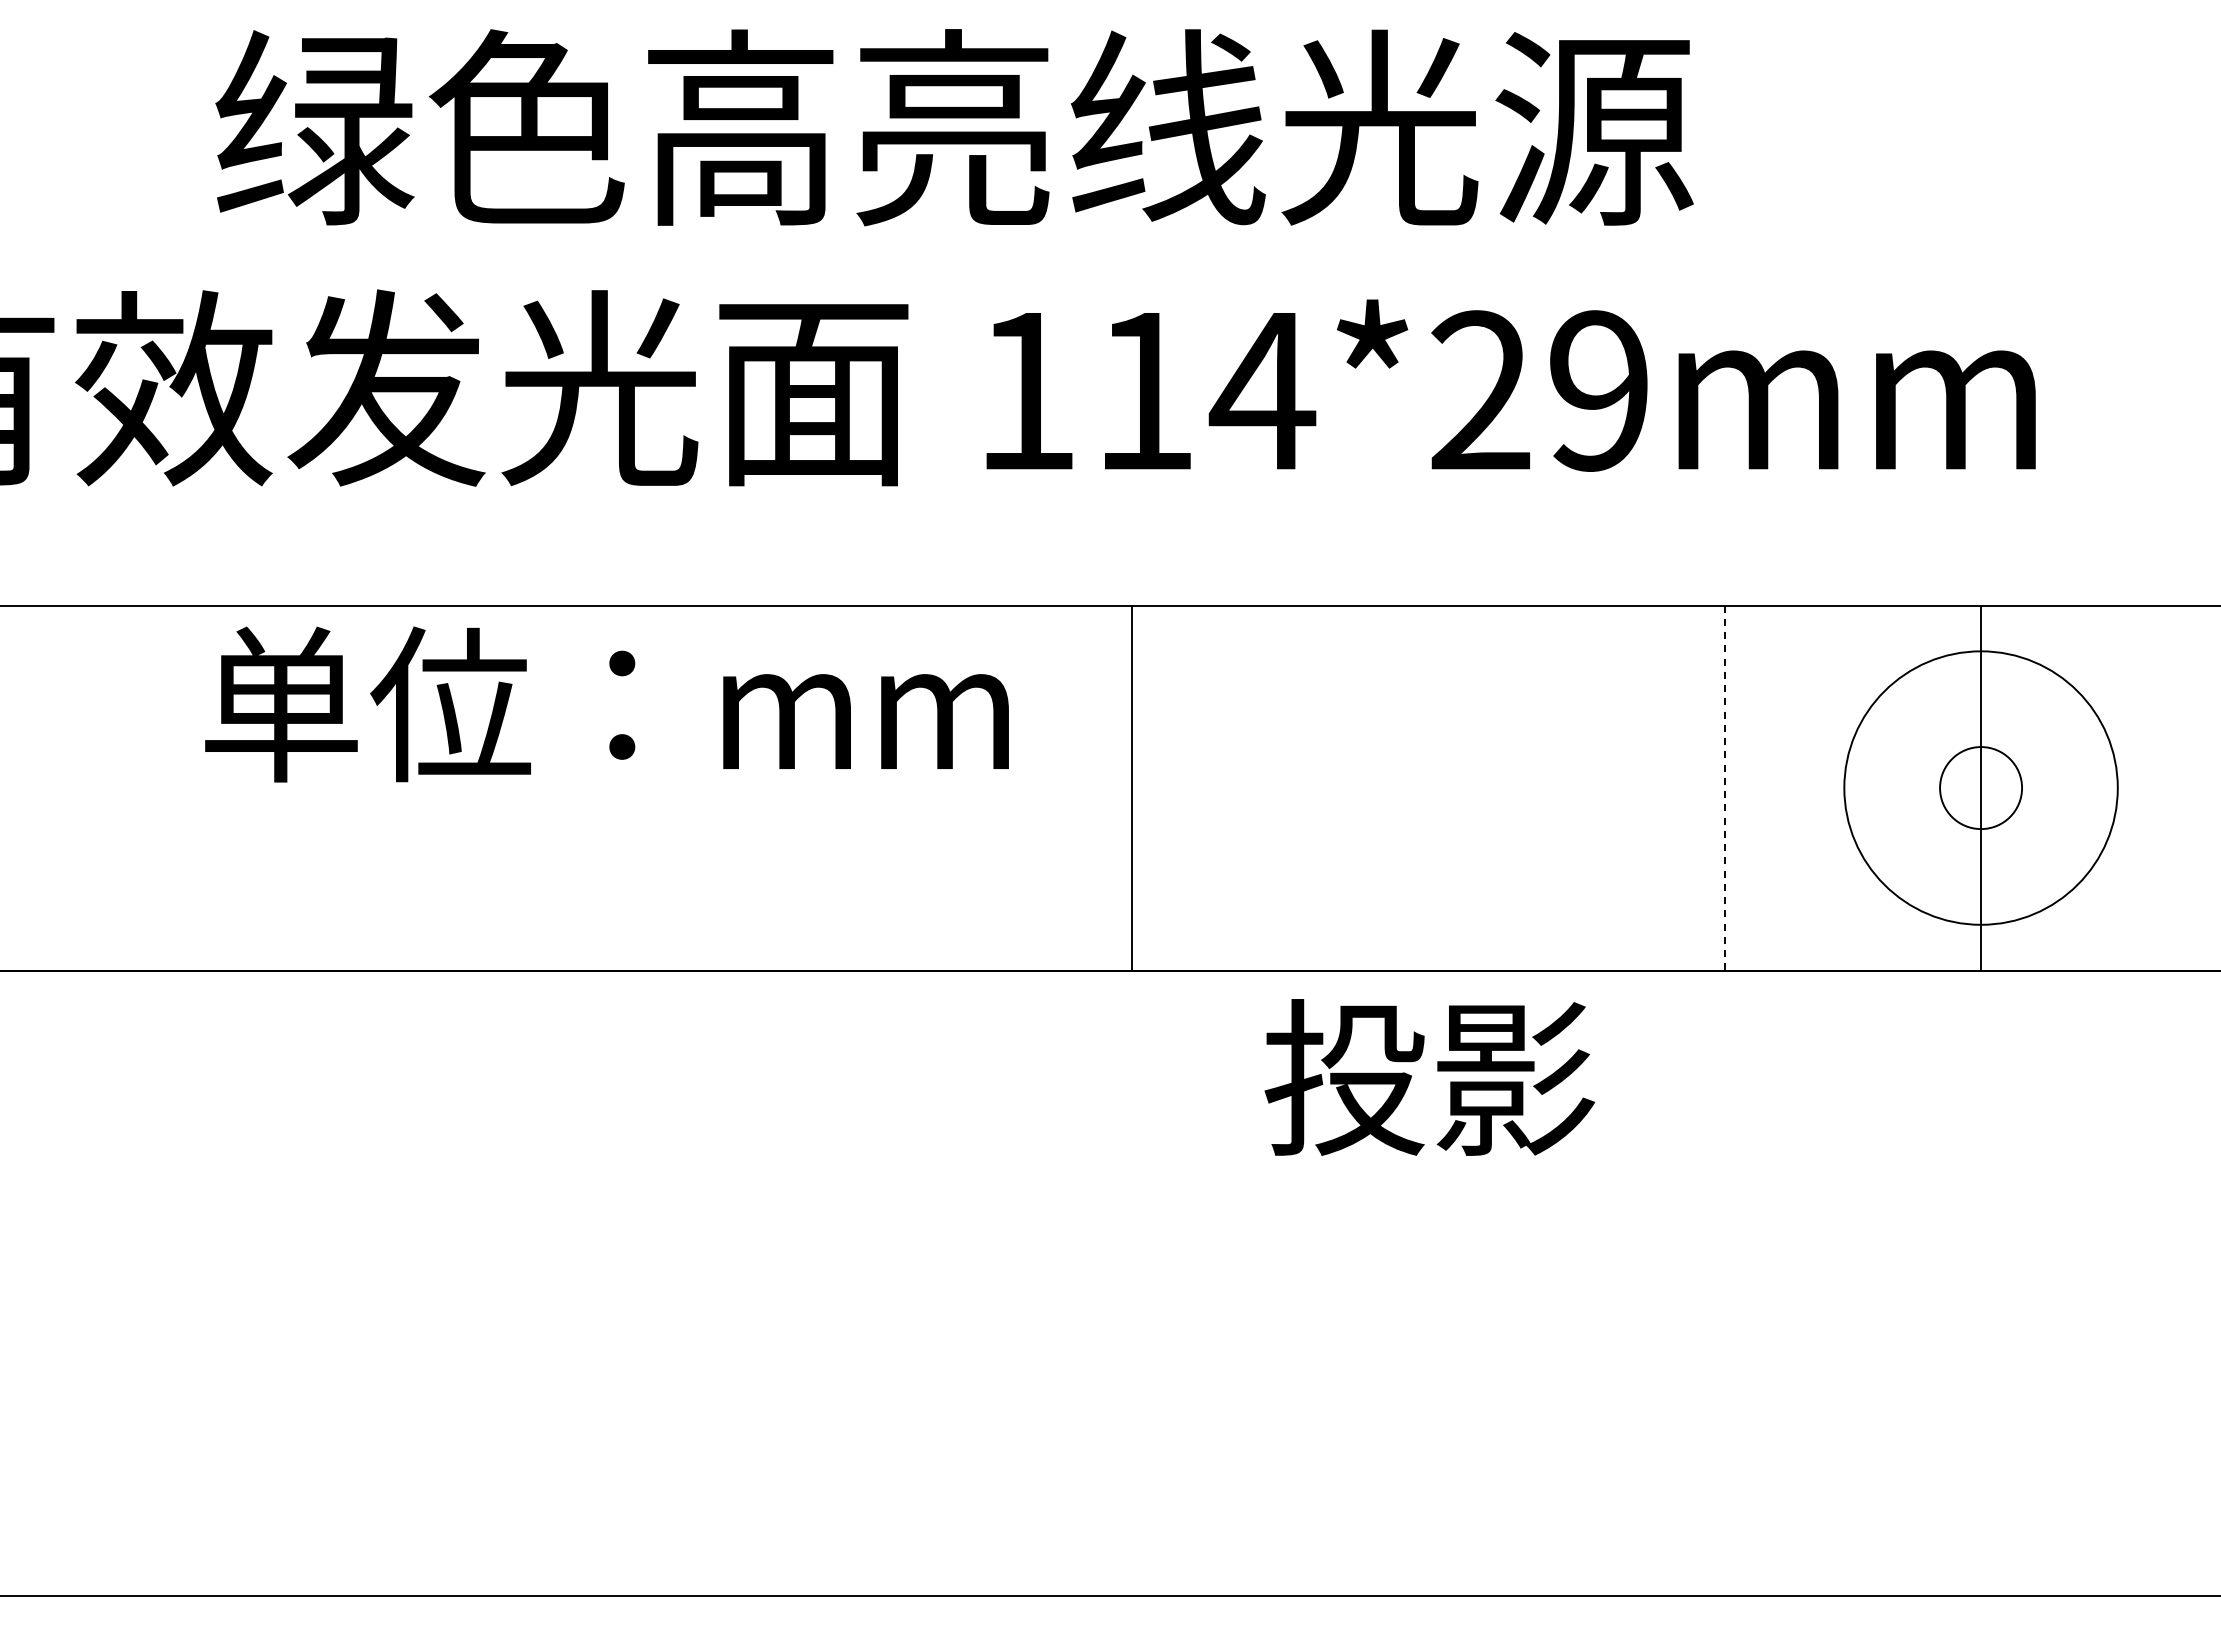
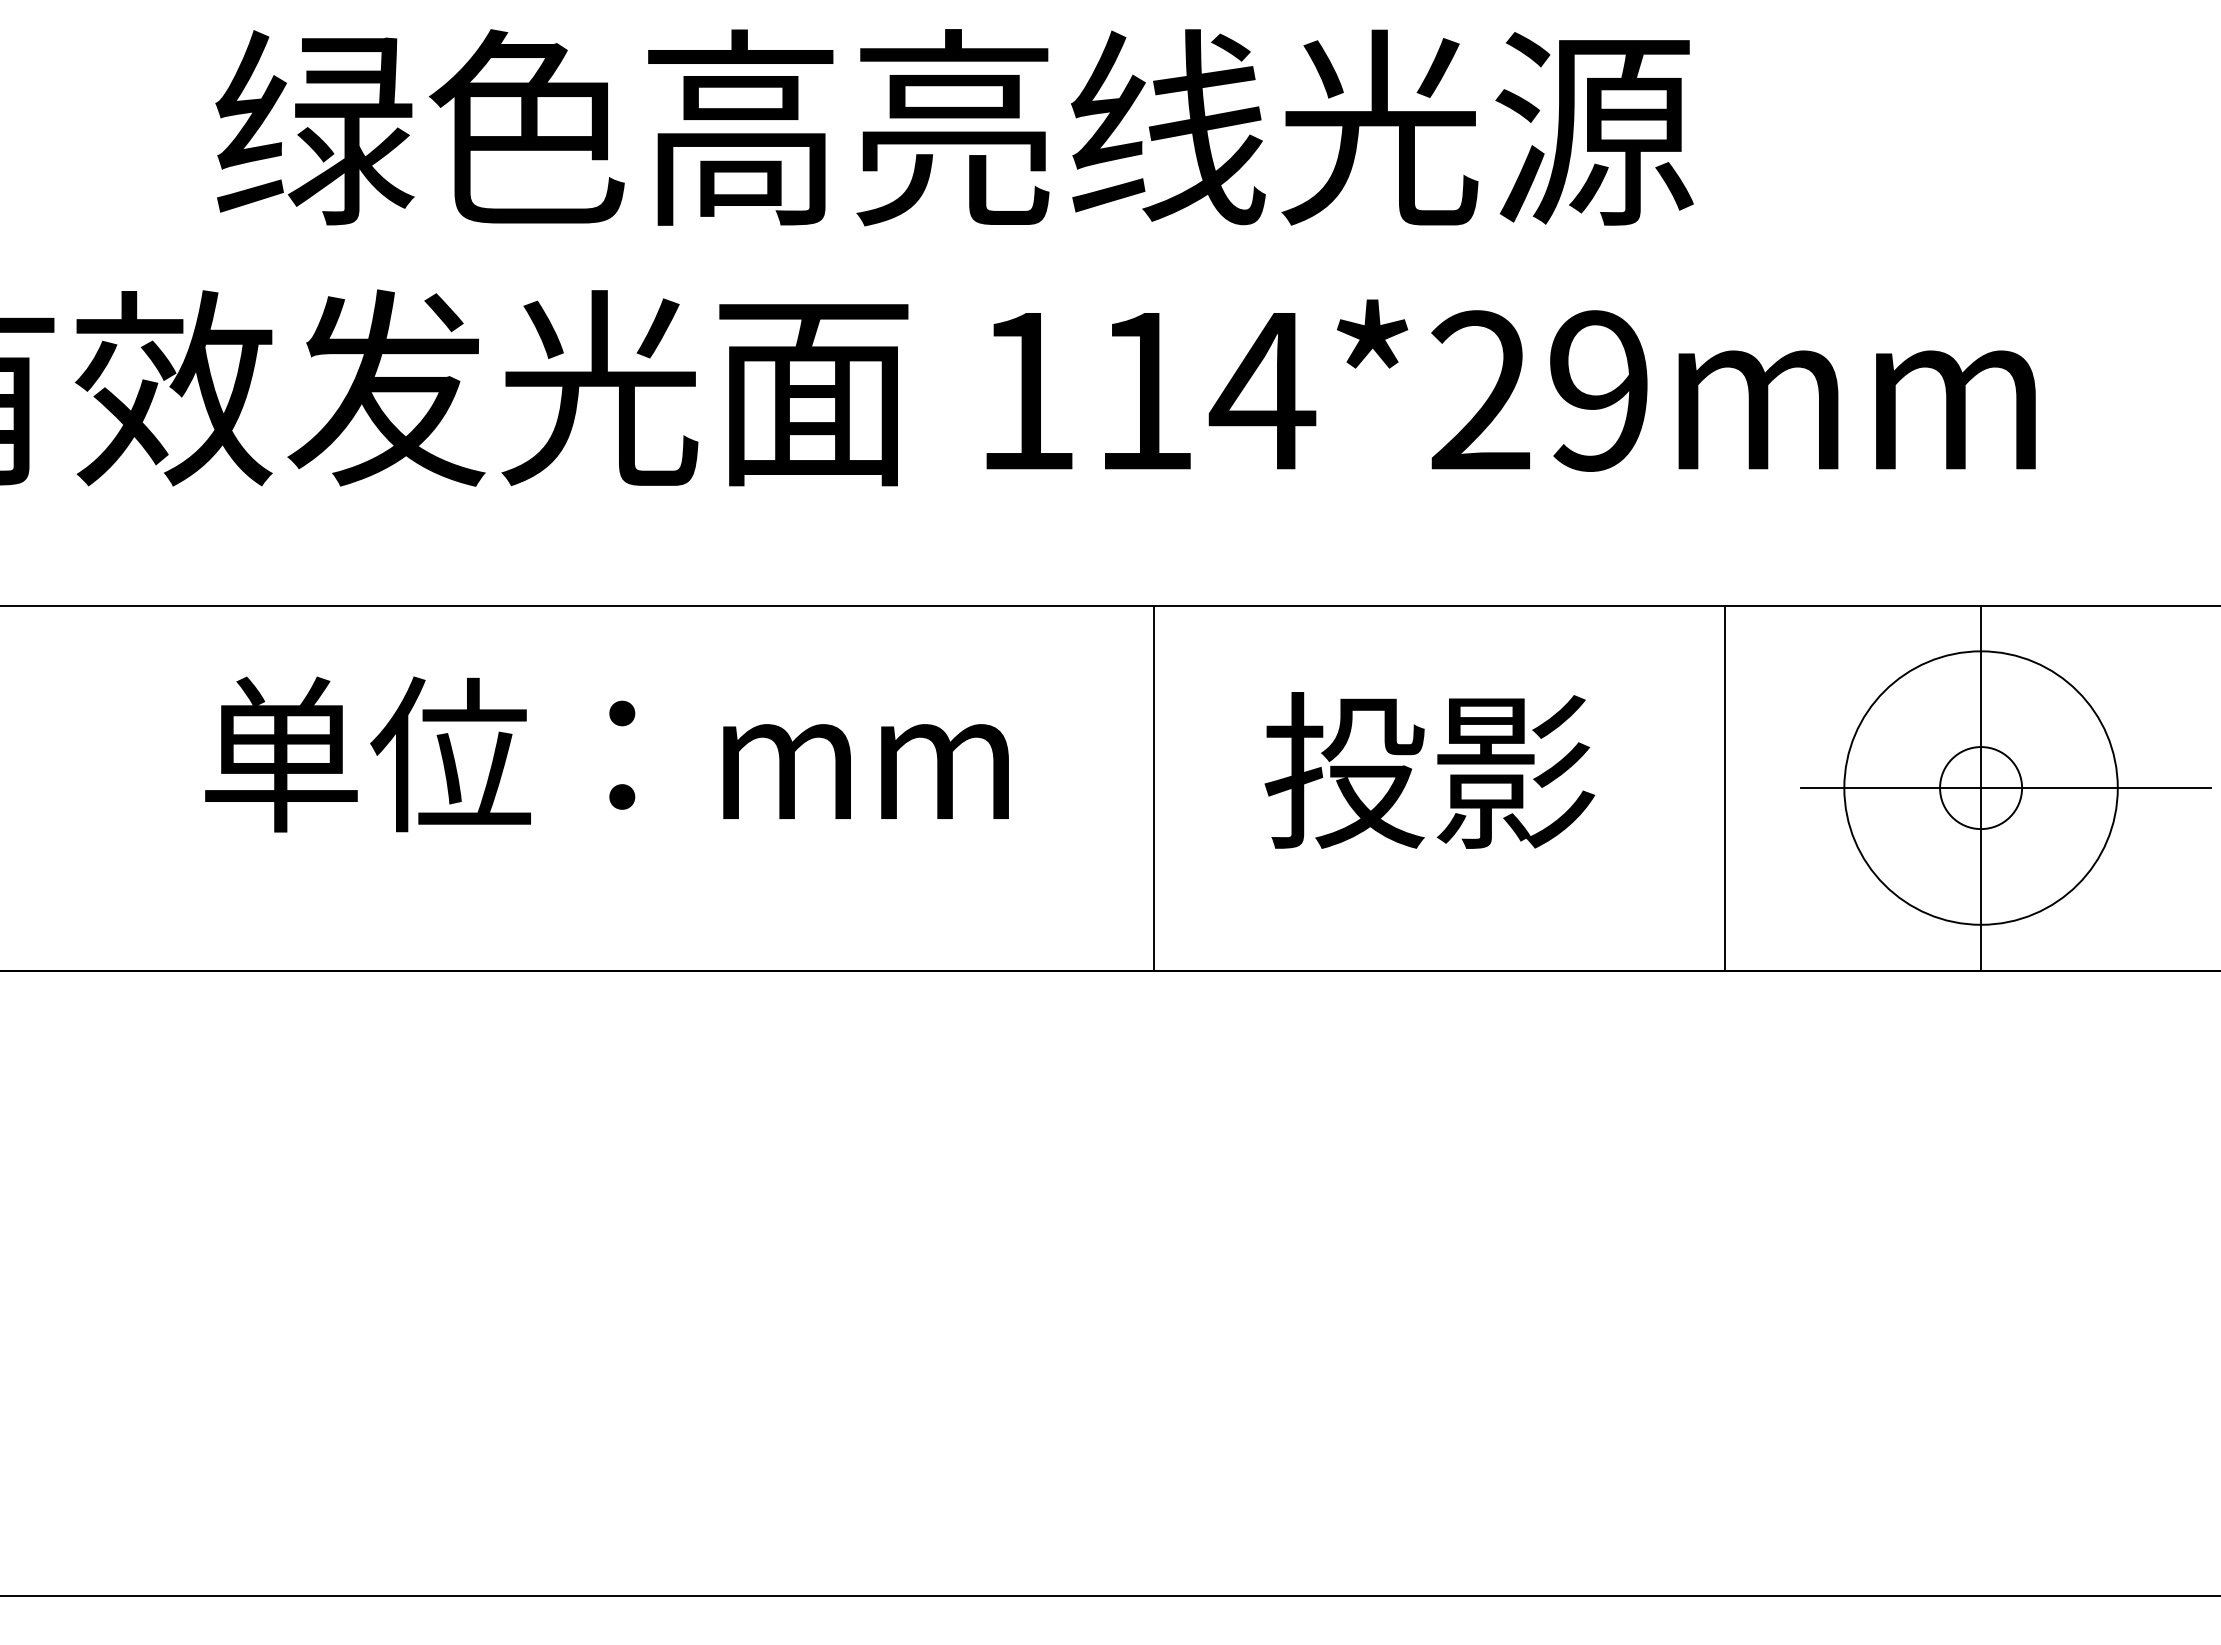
text at (606, 704) position: (606, 704) -> (606, 754)
line at (1132, 787) position: (1132, 787) -> (1154, 787)
line at (1725, 788): dashed -> solid
line at (2005, 788): none -> present
text at (1429, 1077) position: (1429, 1077) -> (1429, 770)
